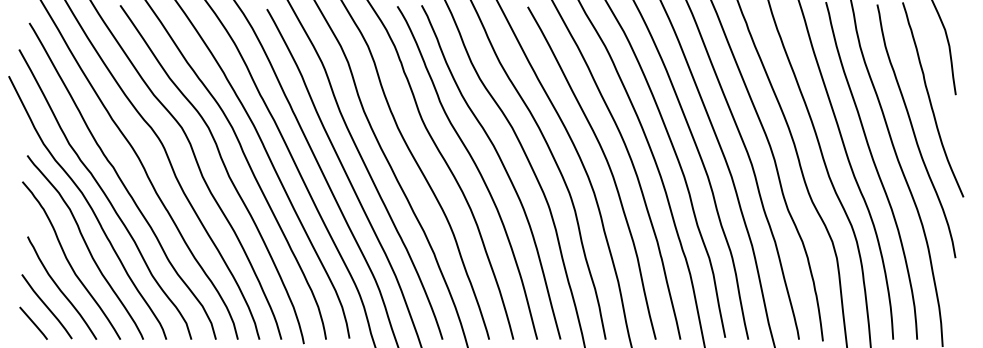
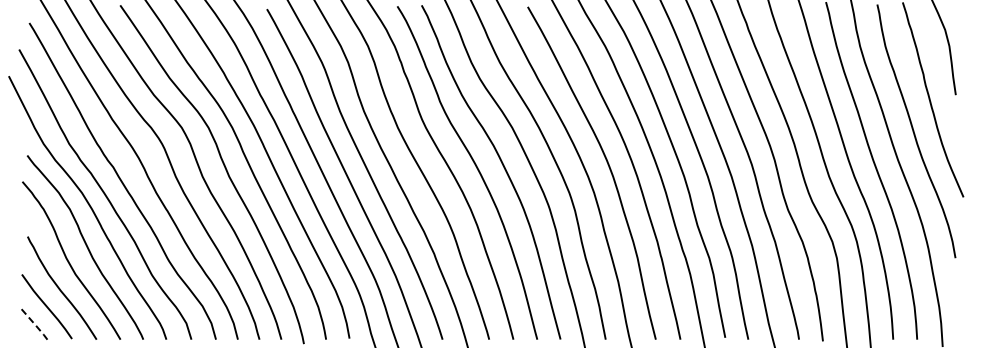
line at (34, 323): solid -> dashed
